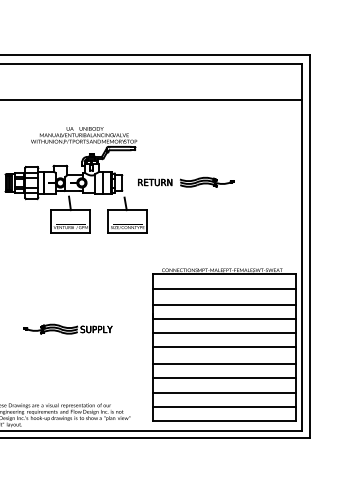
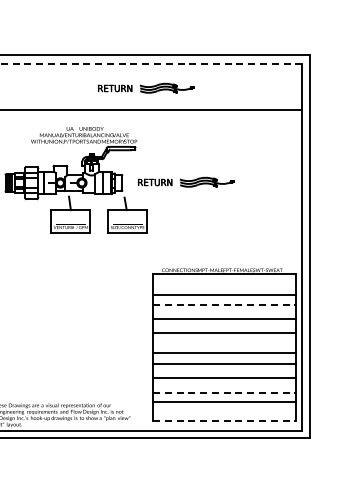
line at (151, 63): solid -> dashed
part at (146, 87): none -> present
line at (152, 100) position: (152, 100) -> (152, 110)
line at (224, 288) position: (224, 288) -> (224, 294)
line at (224, 304): solid -> dashed
part at (67, 328): present -> none
line at (224, 347) position: (224, 347) -> (224, 353)
line at (224, 392): solid -> dashed
line at (224, 406) position: (224, 406) -> (224, 401)
line at (224, 421): solid -> dashed
